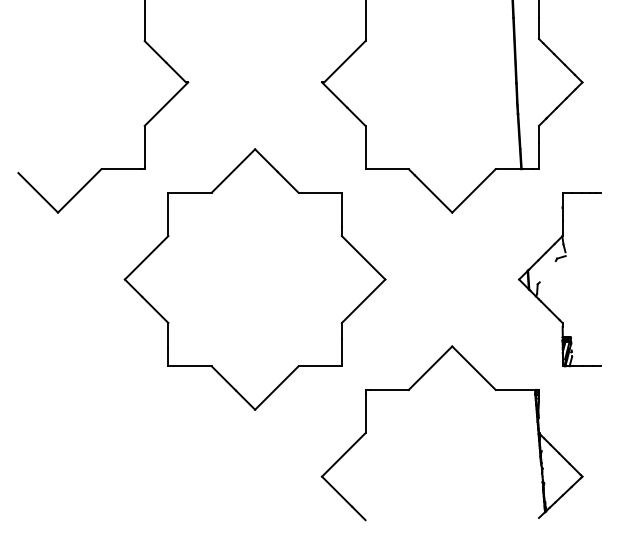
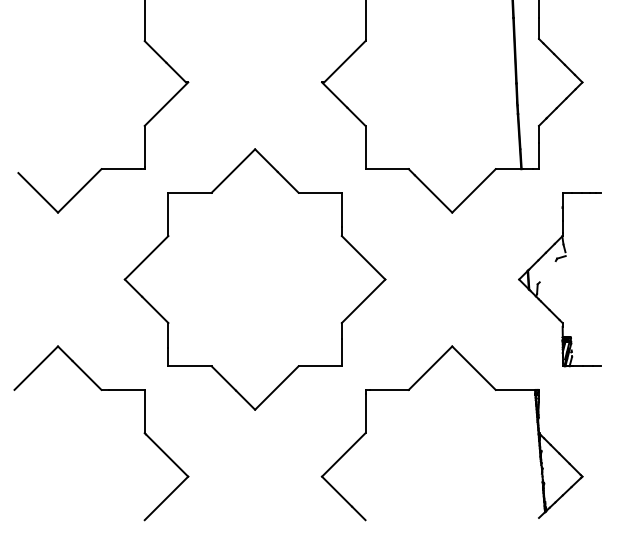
part at (143, 433): none -> present
